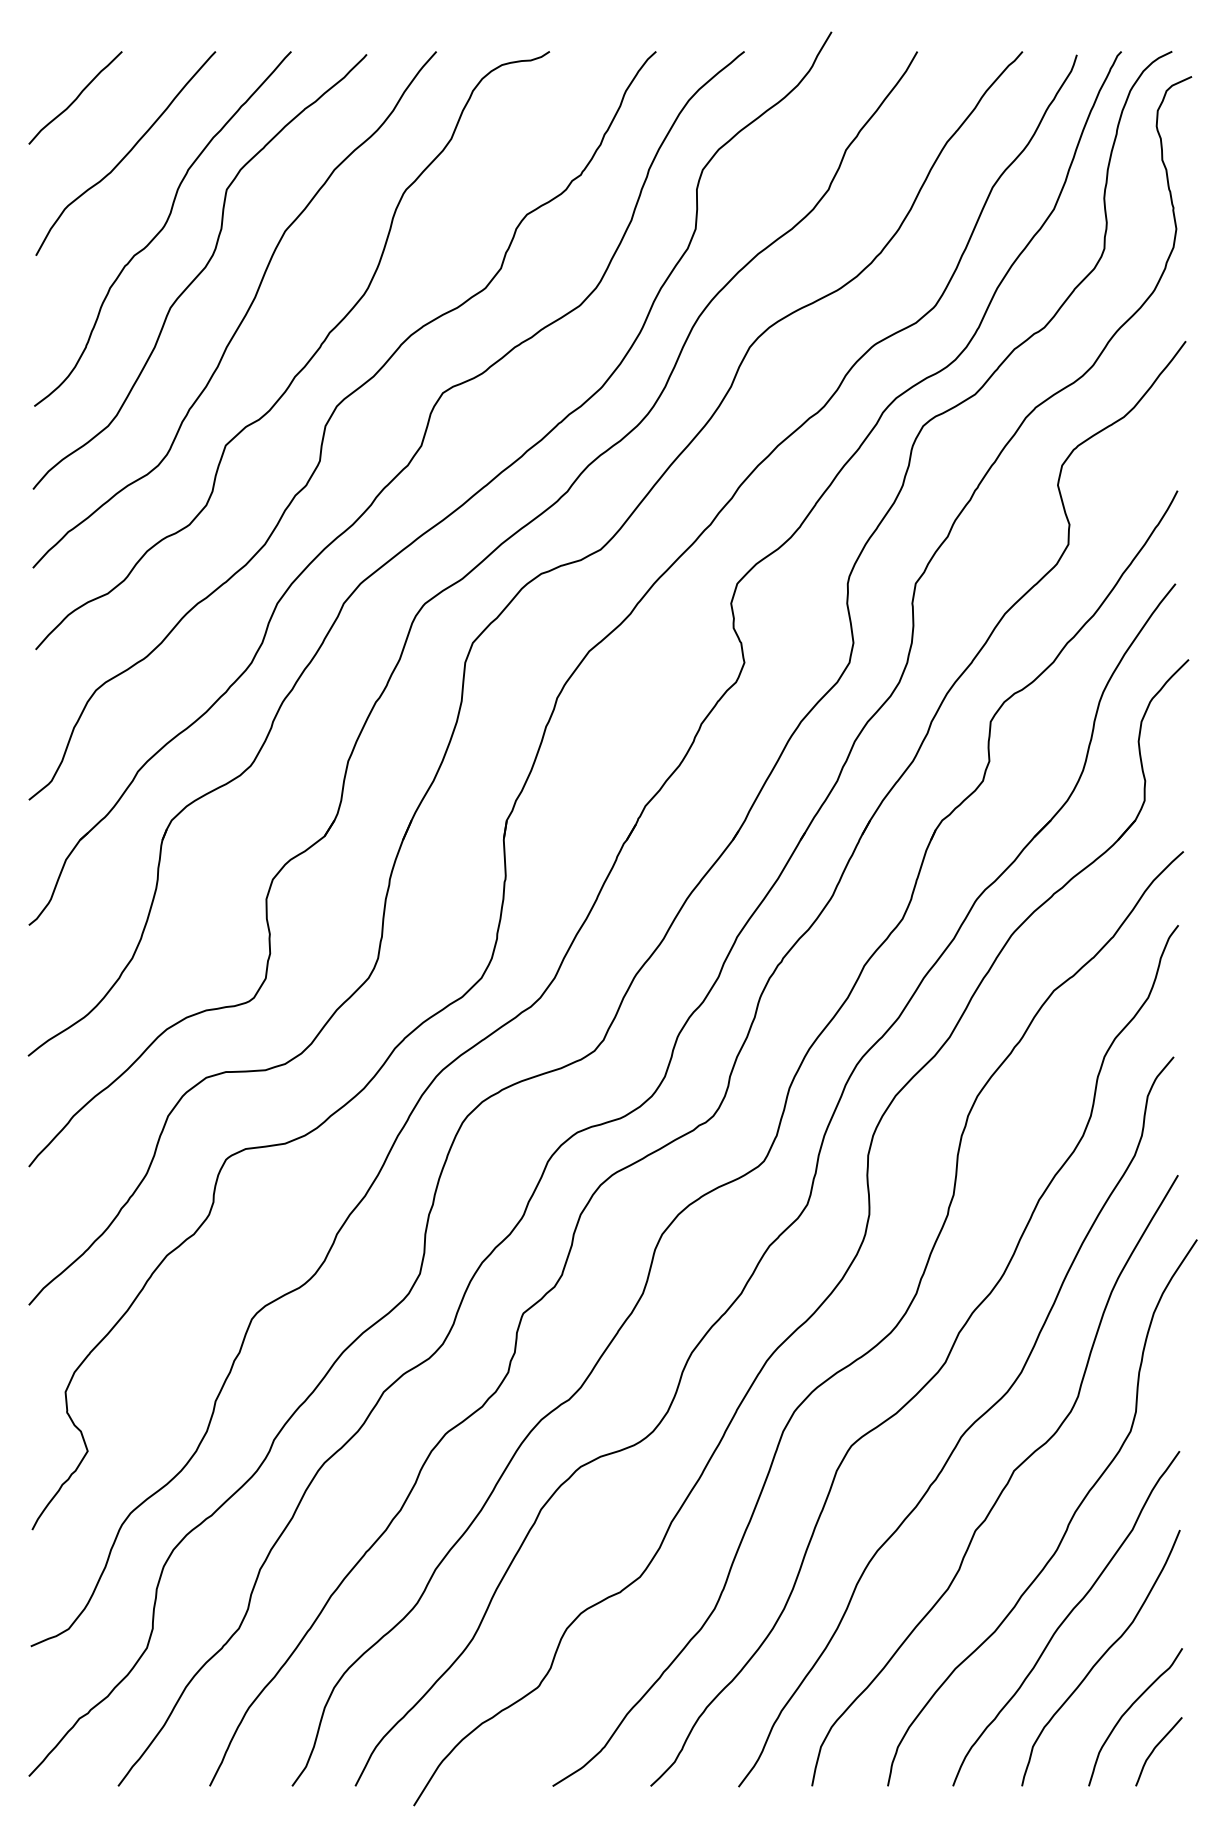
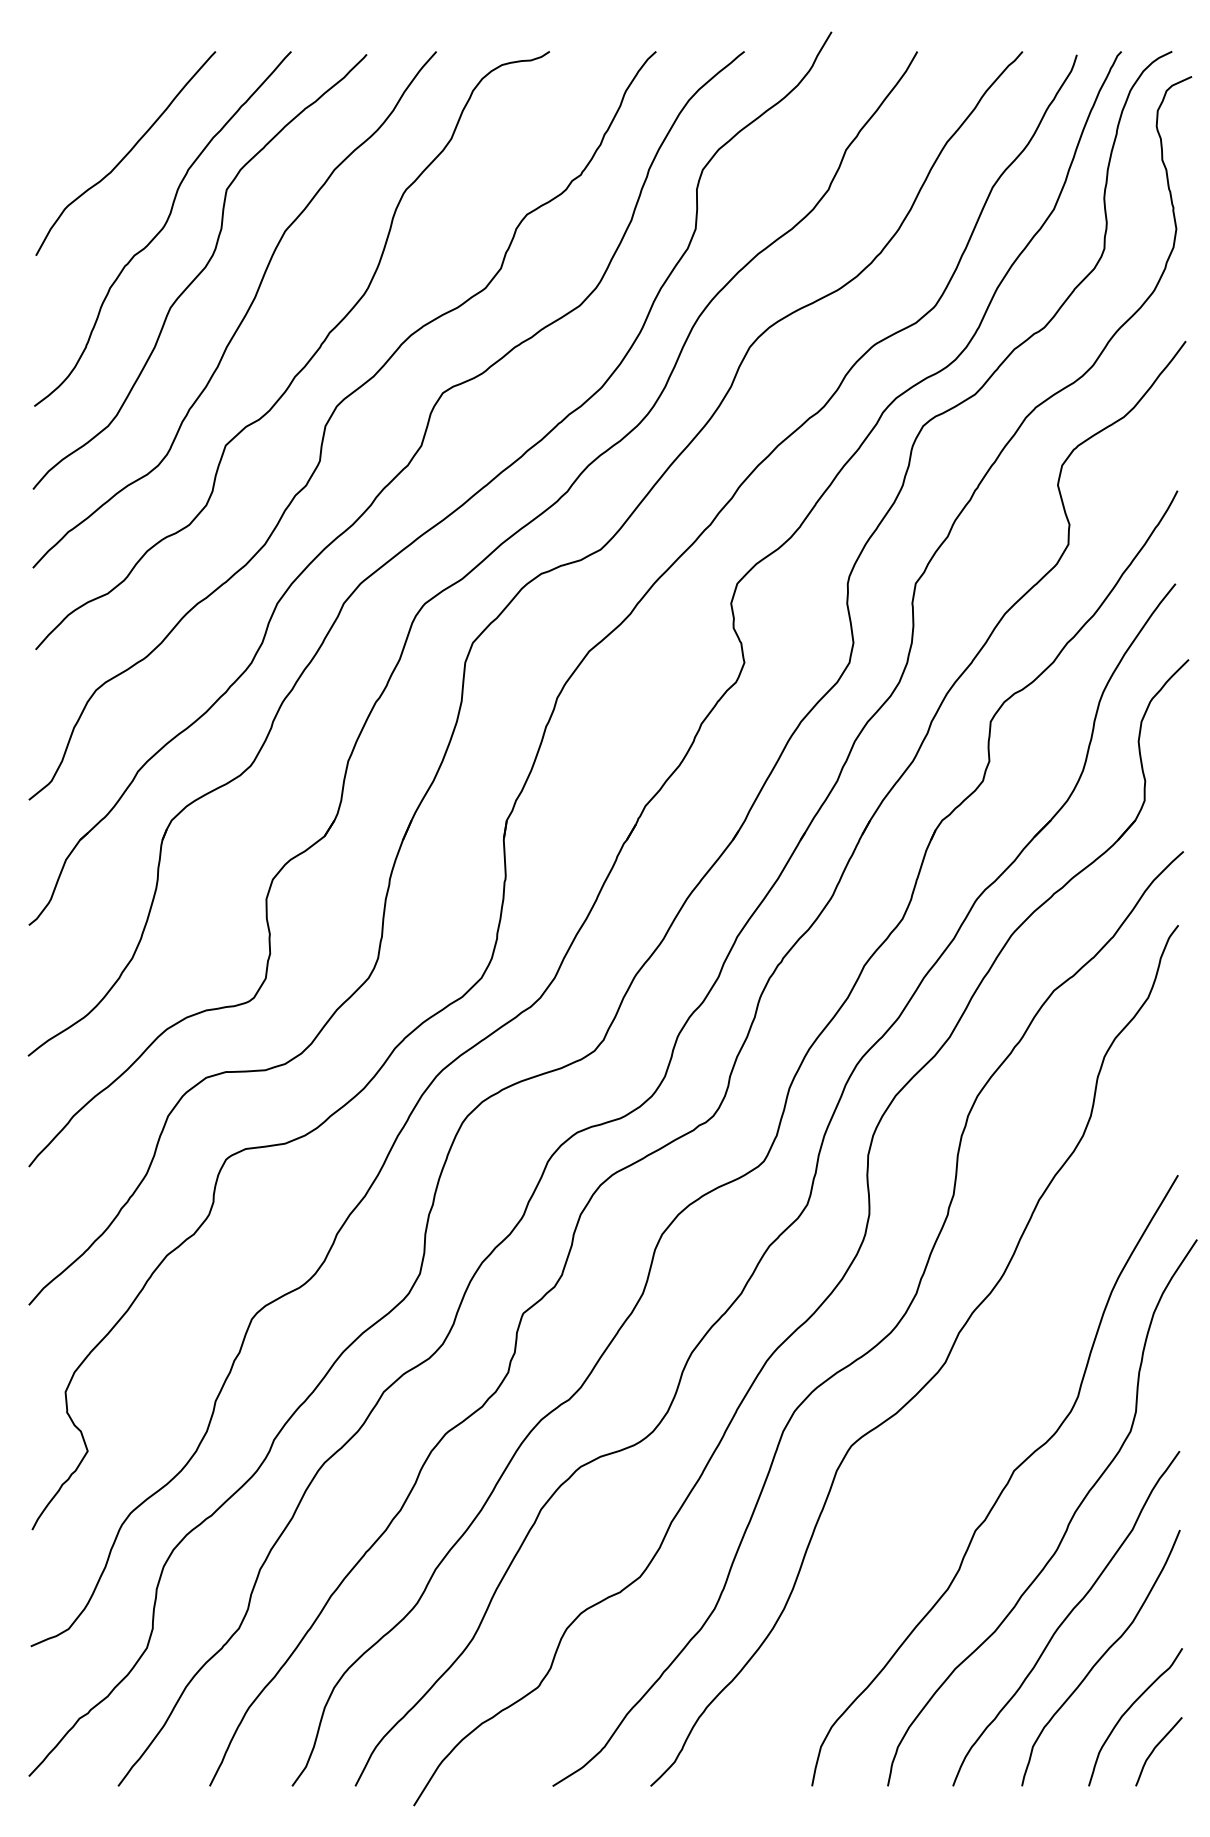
curve at (76, 97): present -> none
curve at (965, 1430): present -> none
